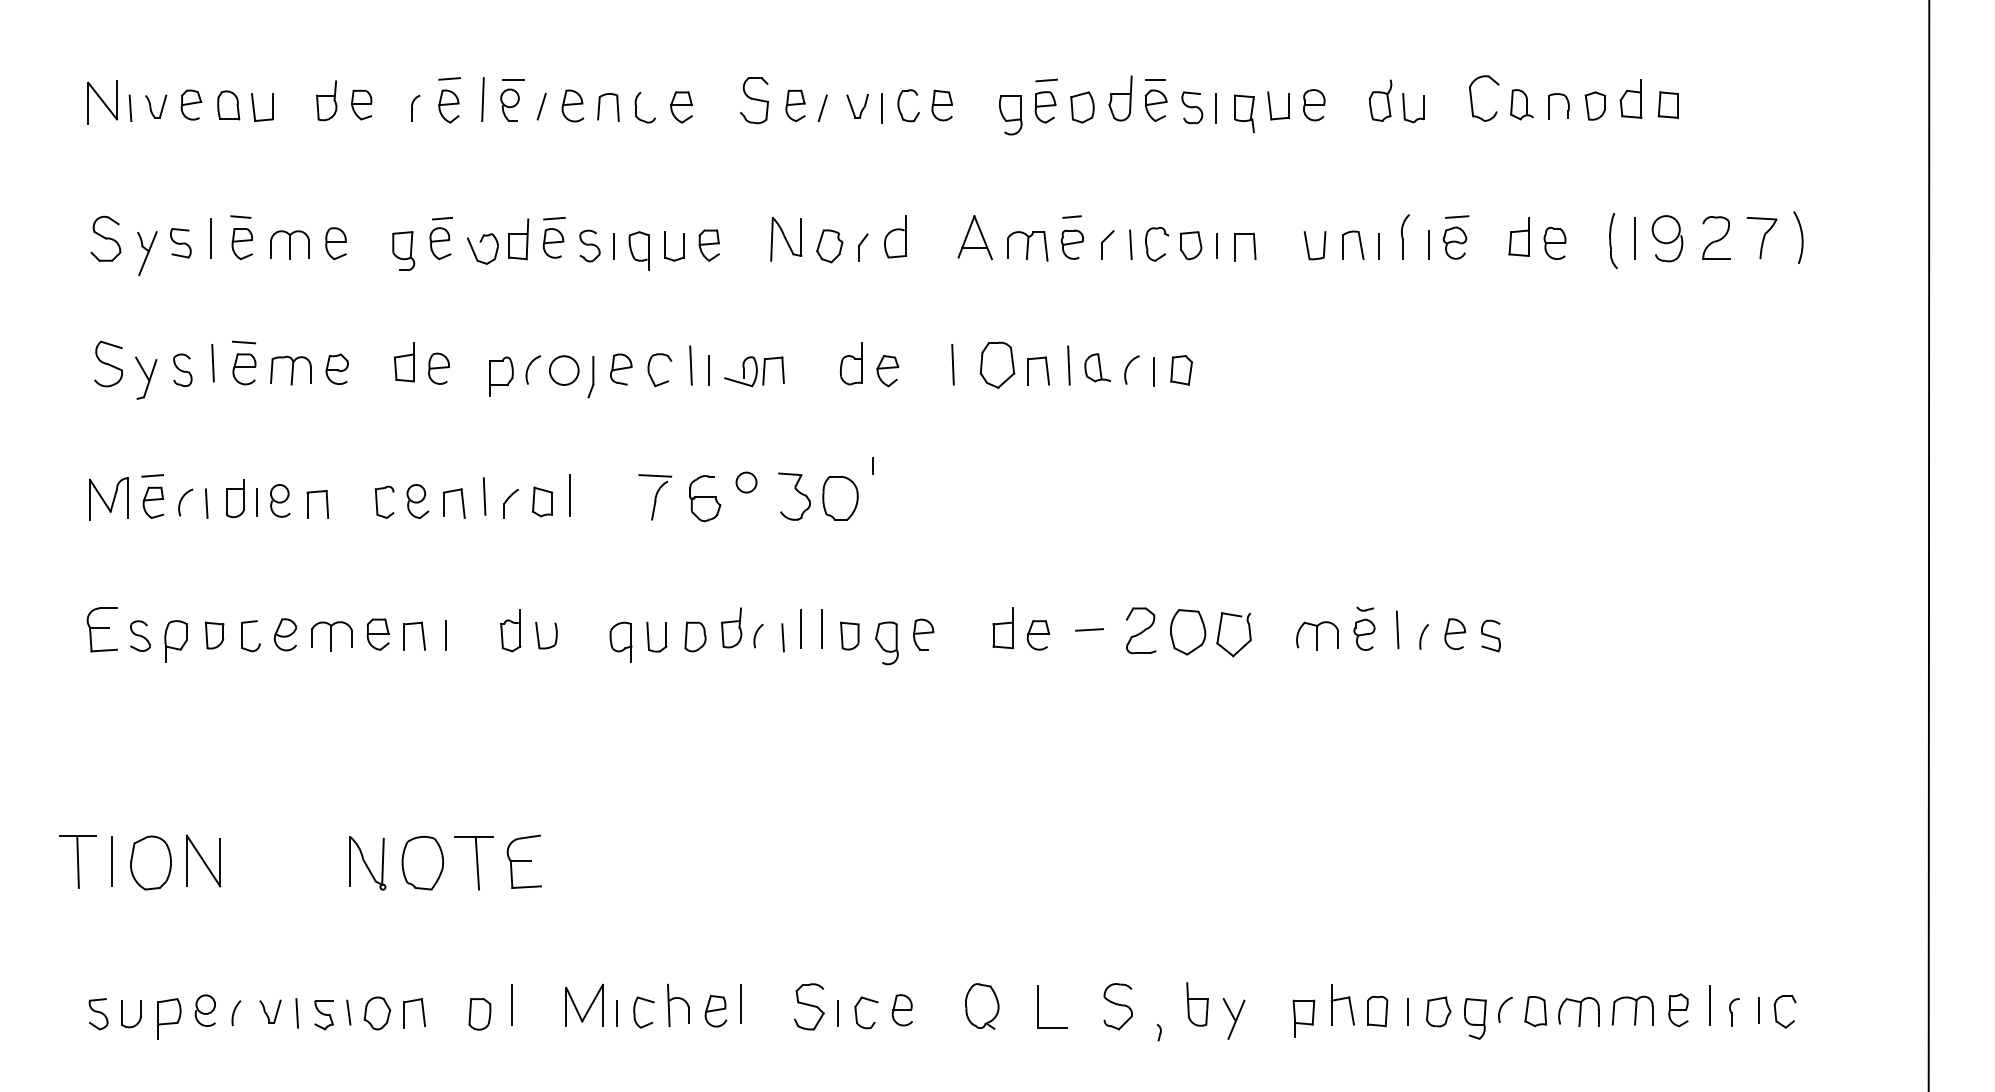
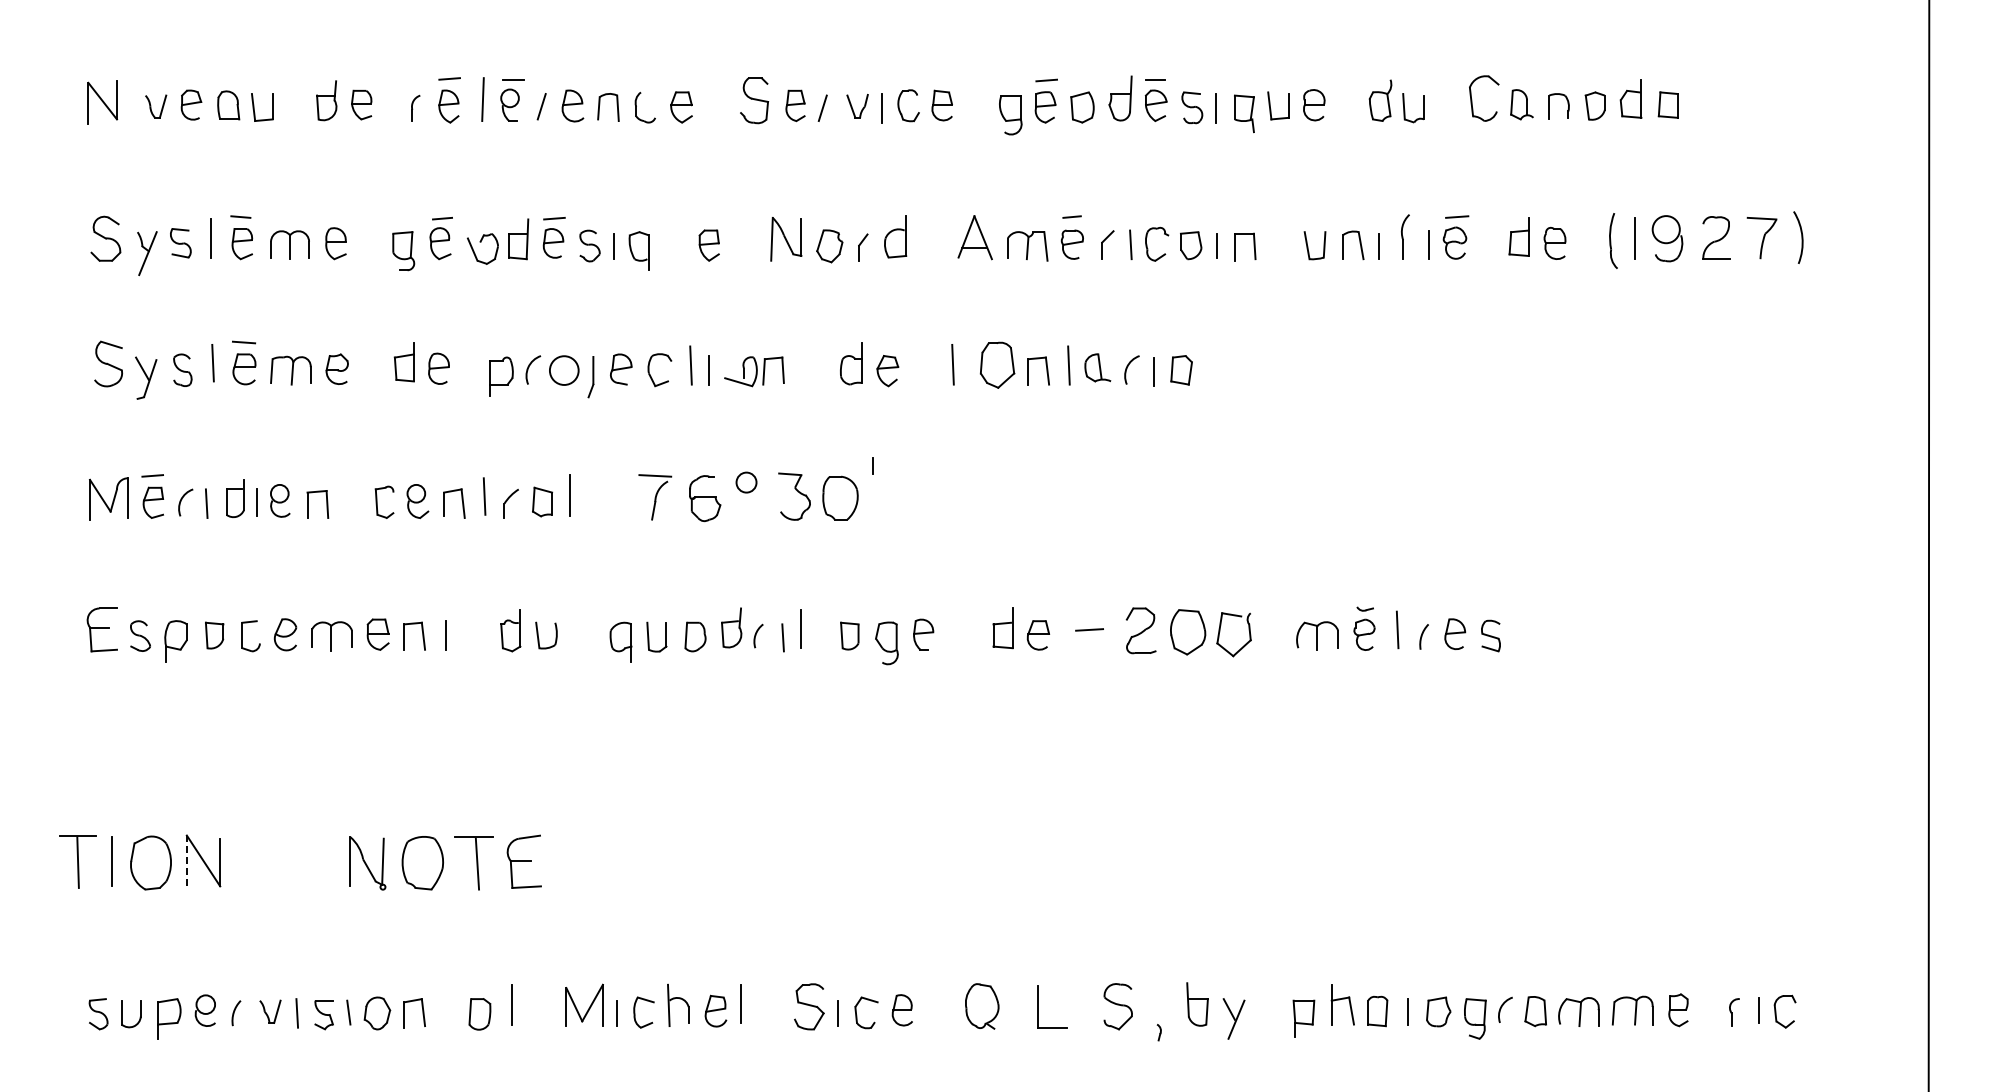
line at (130, 108): present -> none
part at (665, 246): present -> none
line at (822, 629): present -> none
line at (186, 860): solid -> dashed
line at (1709, 1005): present -> none
